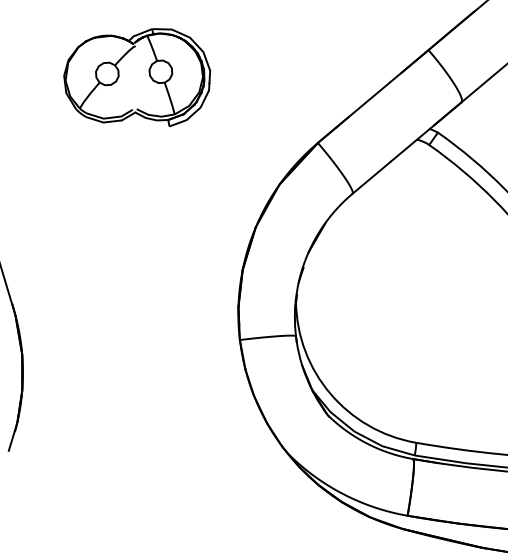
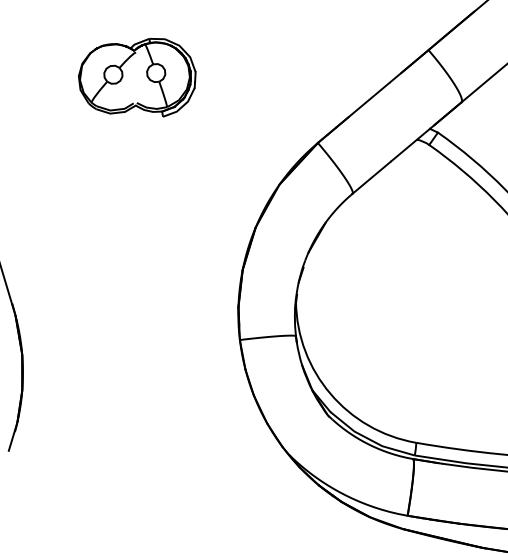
part at (137, 77) size: 149x100 px -> 119x80 px
